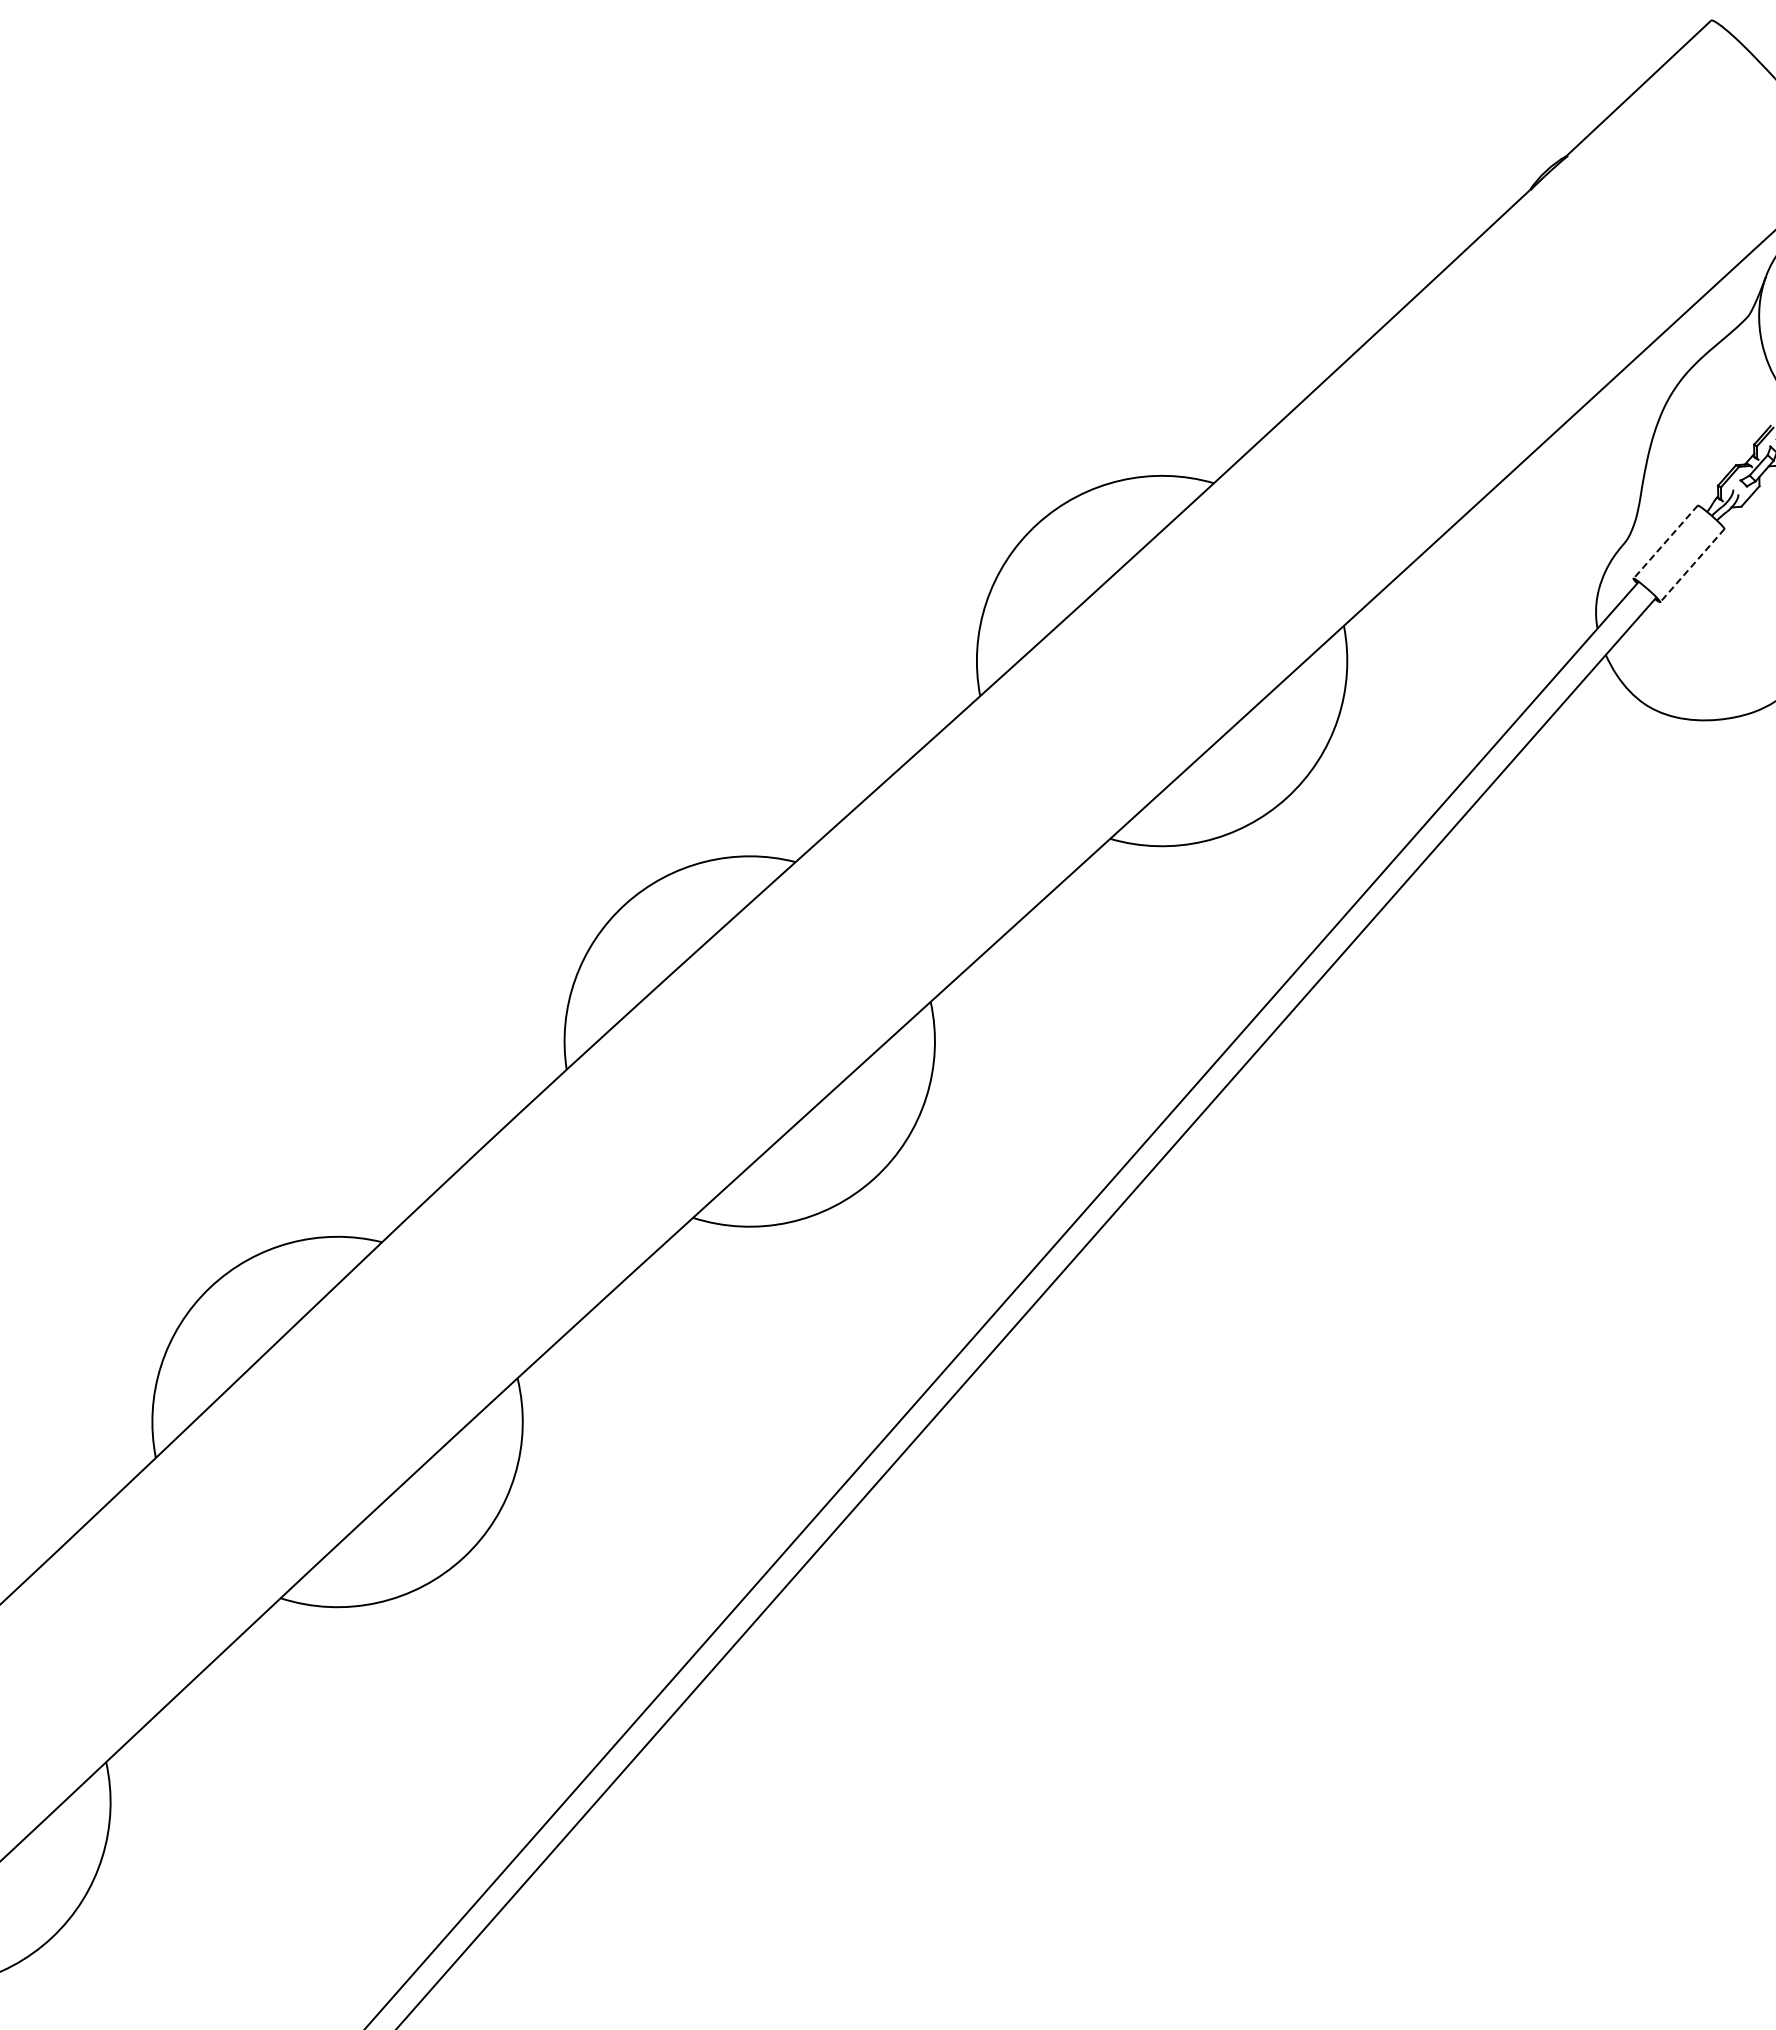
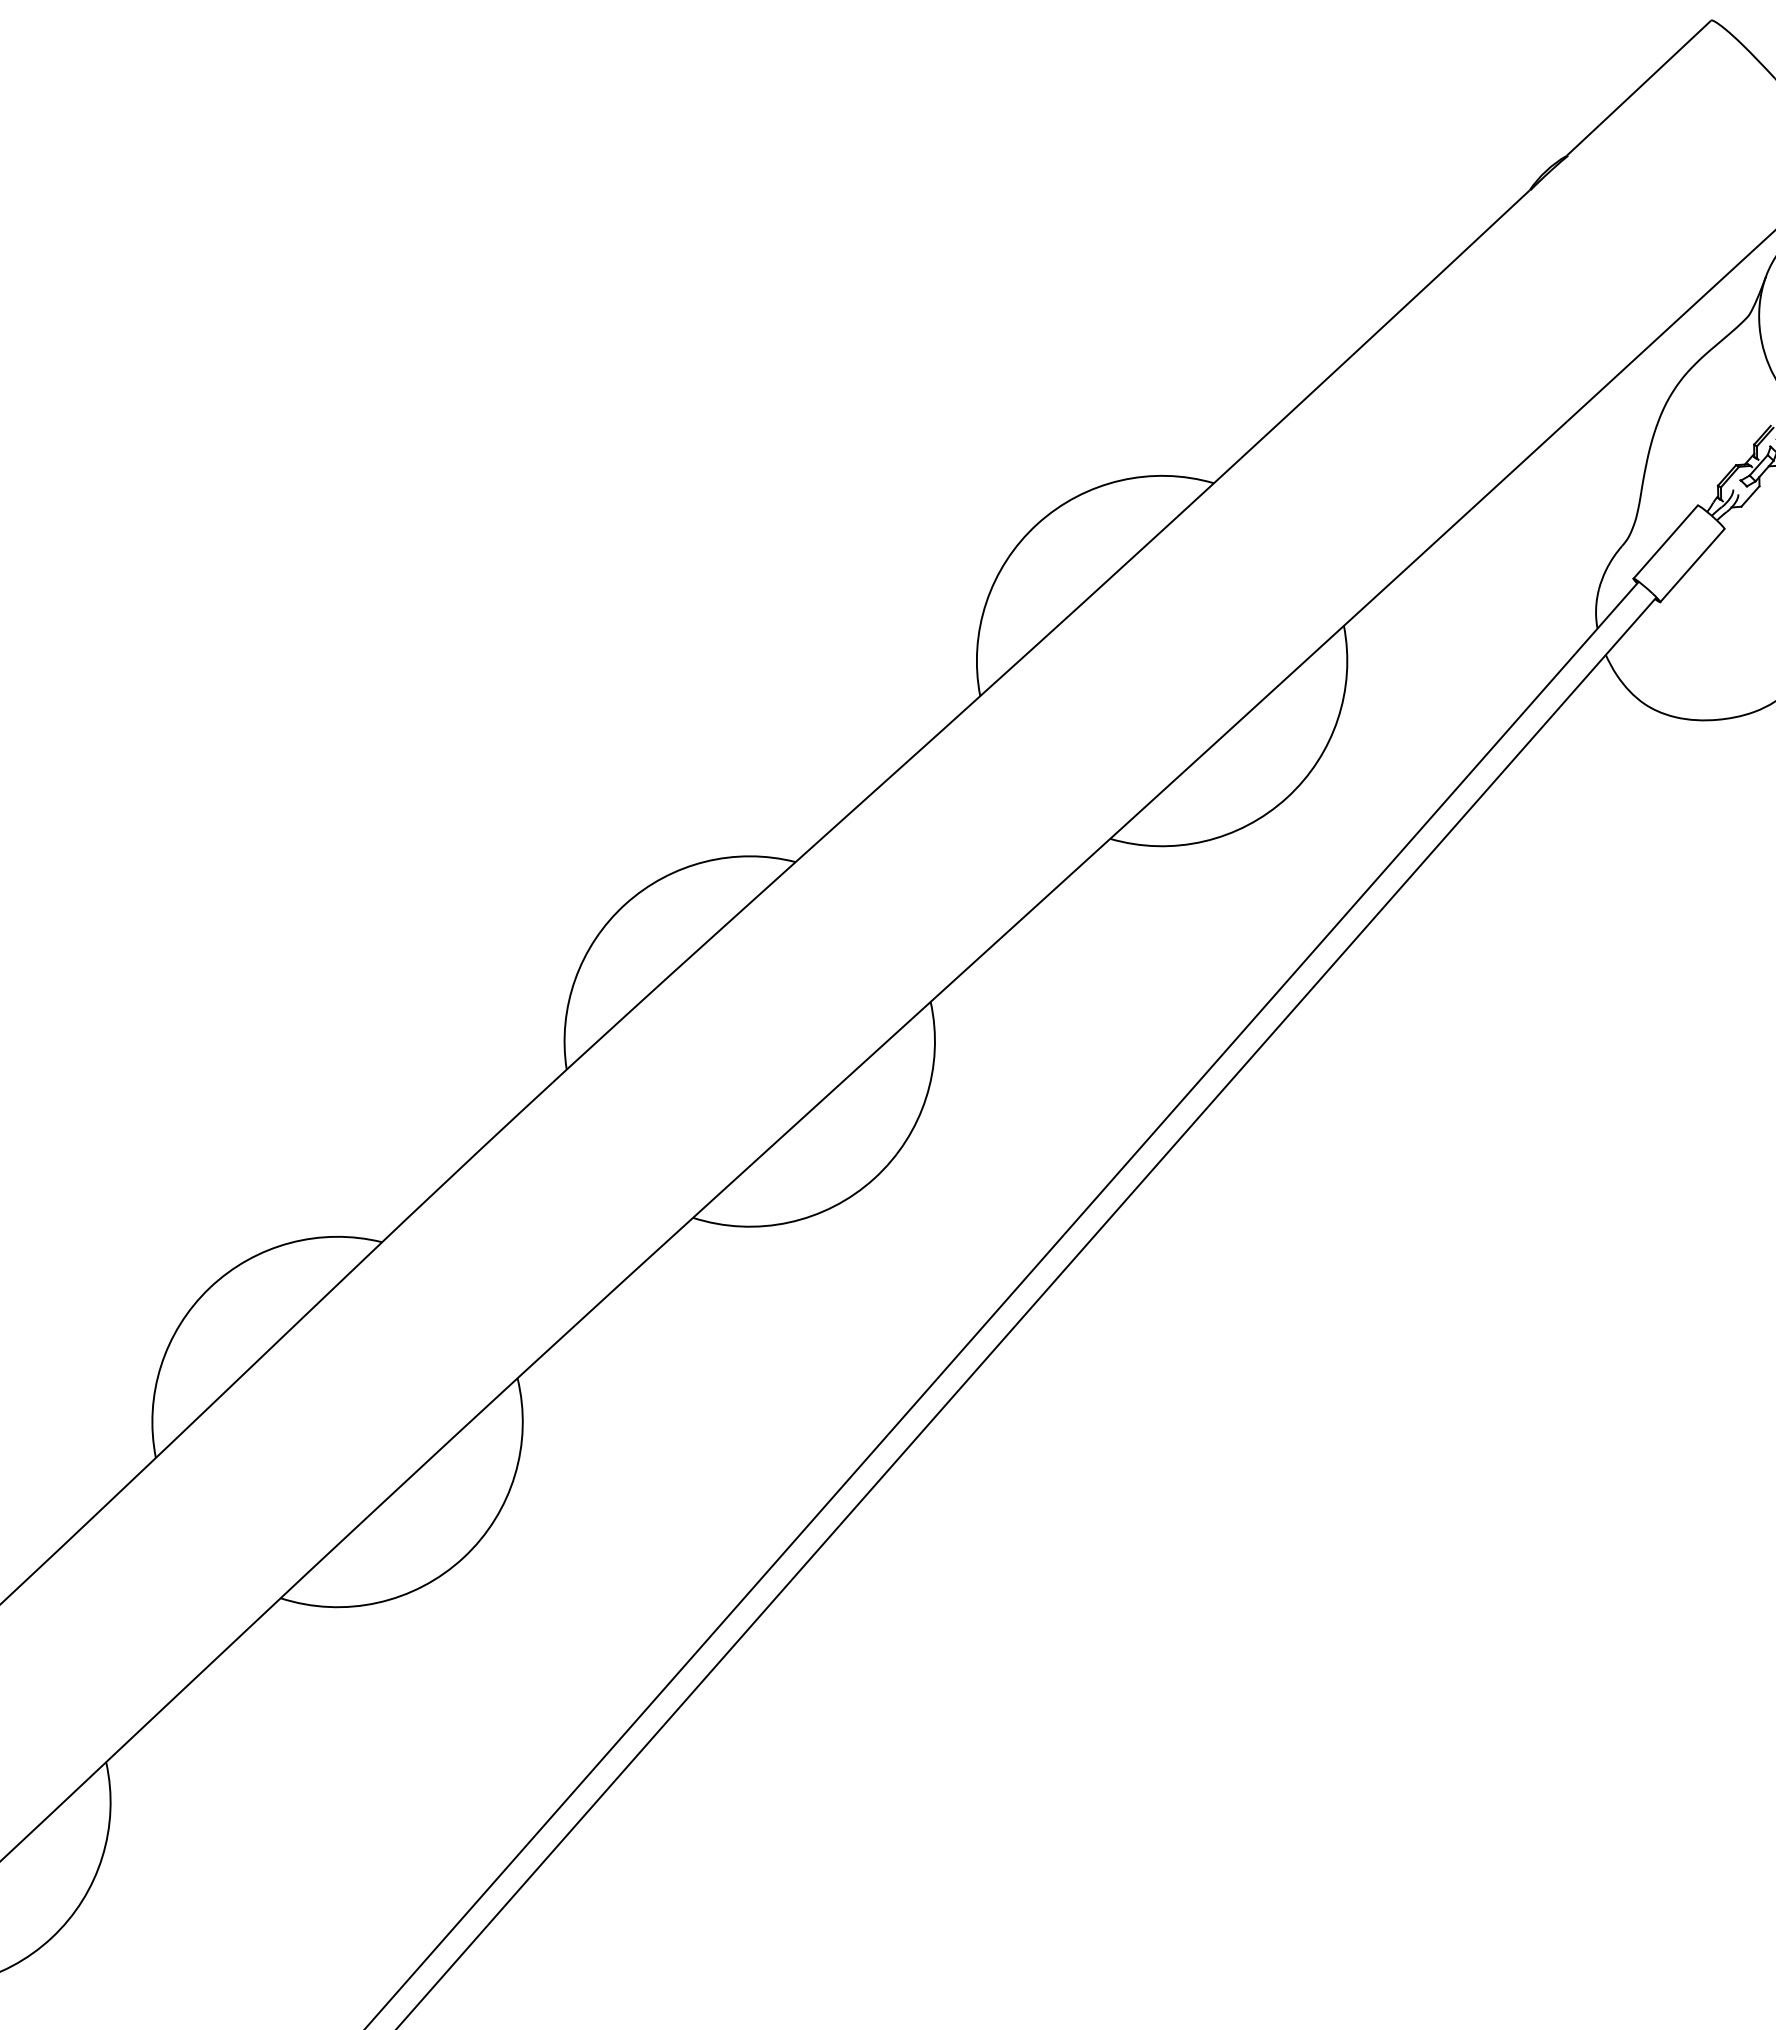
line at (1665, 542): dashed -> solid
line at (1692, 565): dashed -> solid
